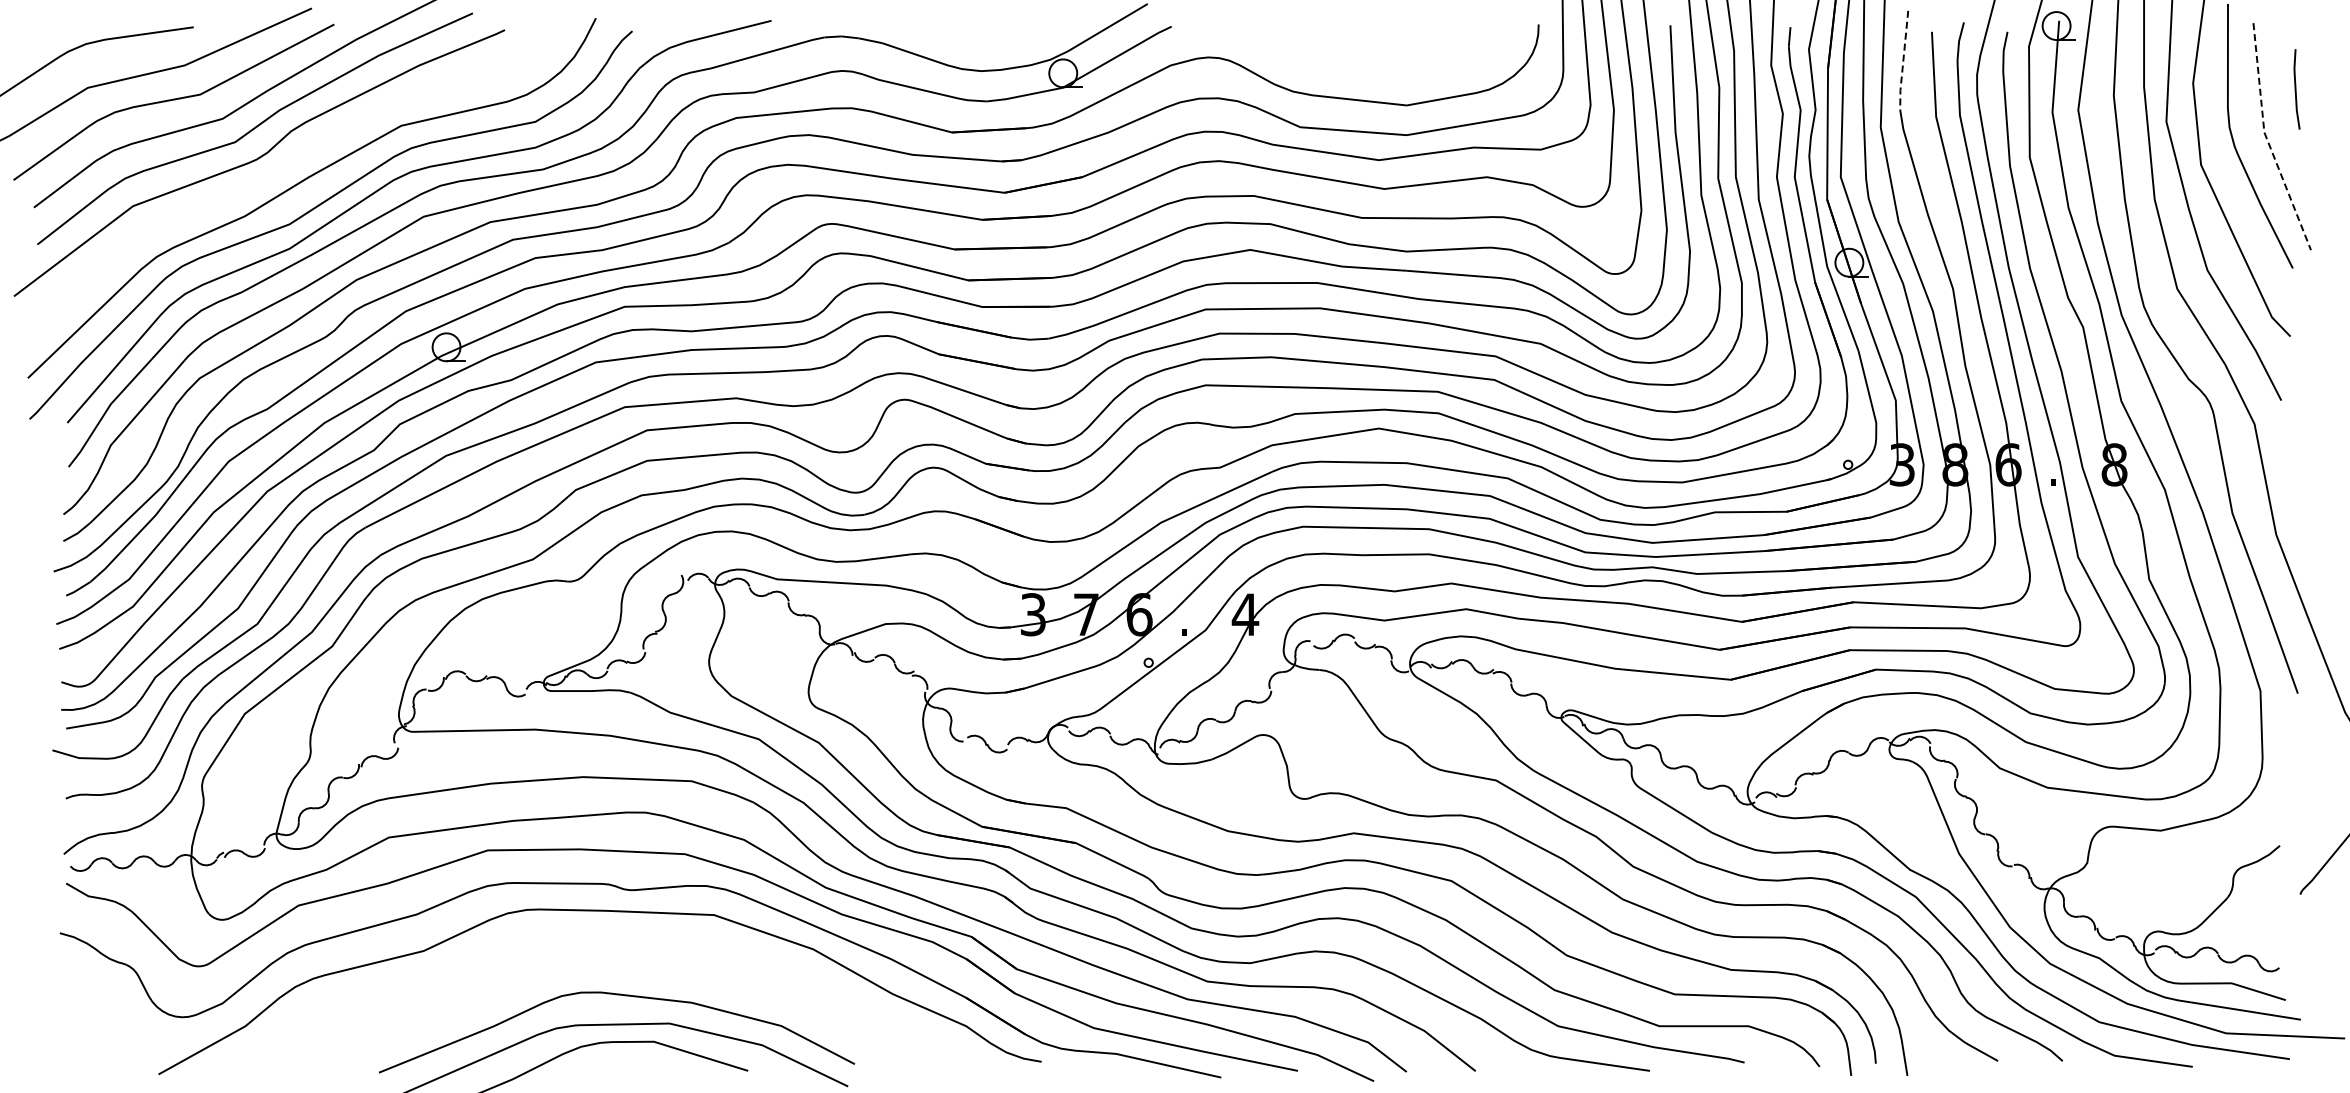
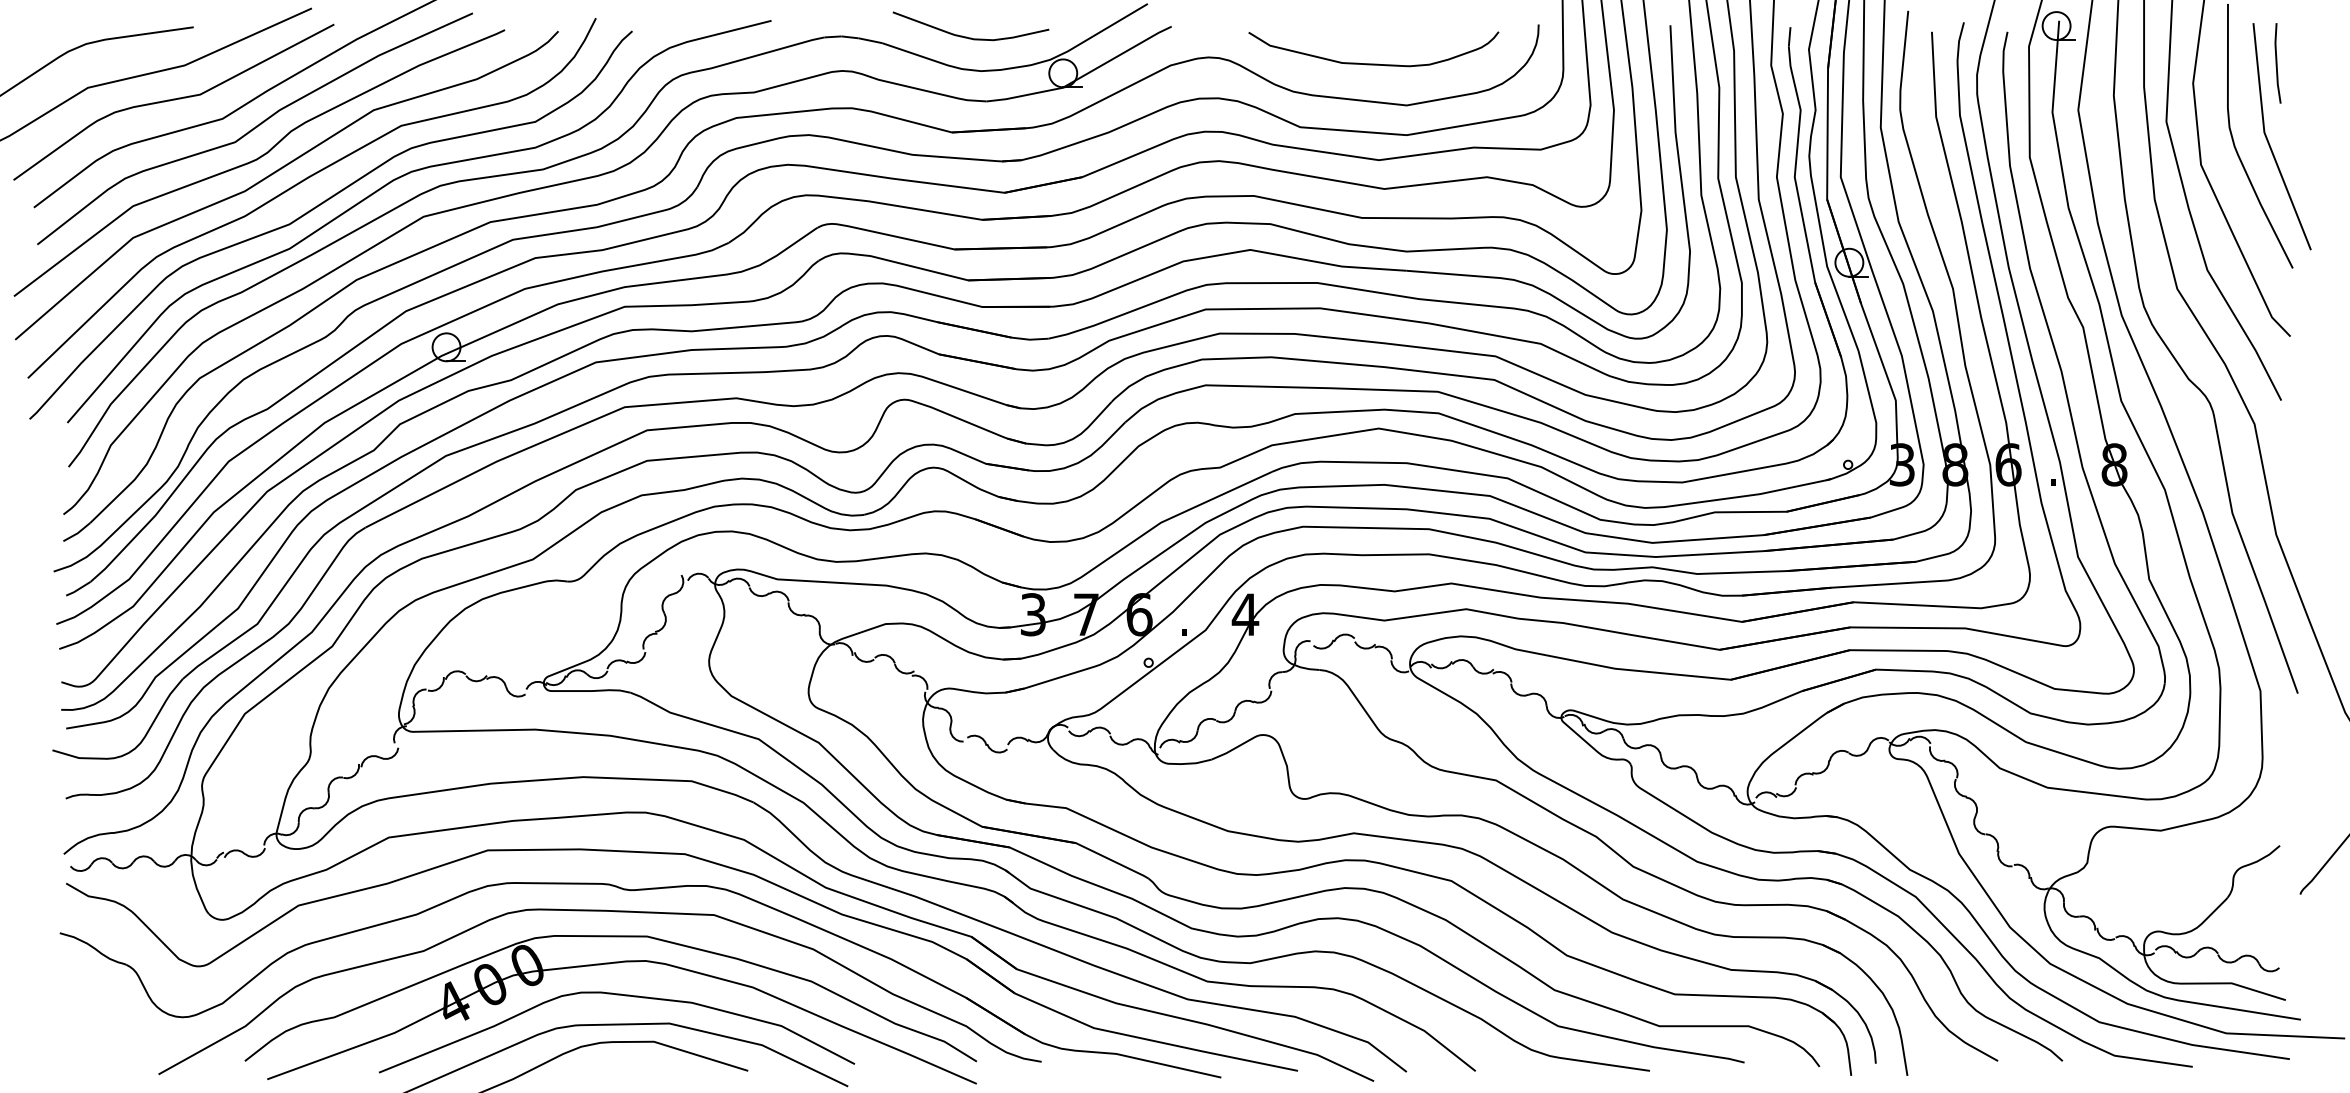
curve at (966, 36): none -> present
line at (1903, 61): dashed -> solid
curve at (1373, 63): none -> present
line at (2296, 89) position: (2296, 89) -> (2277, 63)
line at (2267, 139): dashed -> solid
curve at (278, 171): none -> present
part at (609, 964): none -> present
